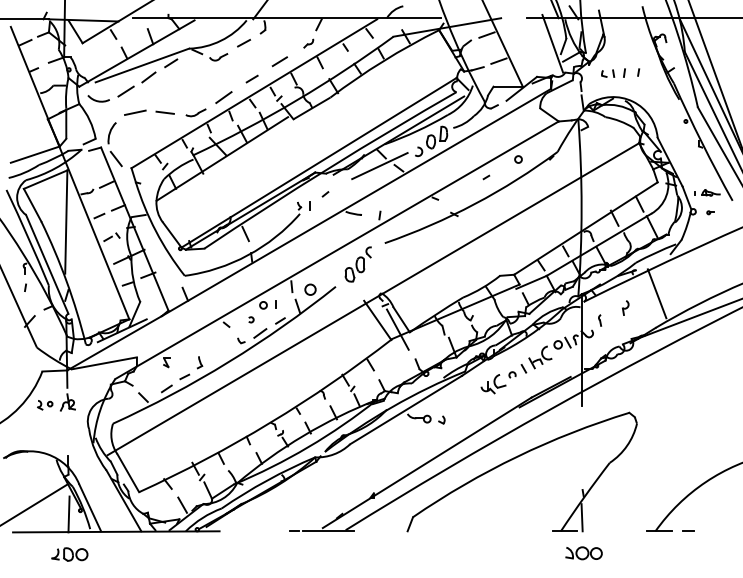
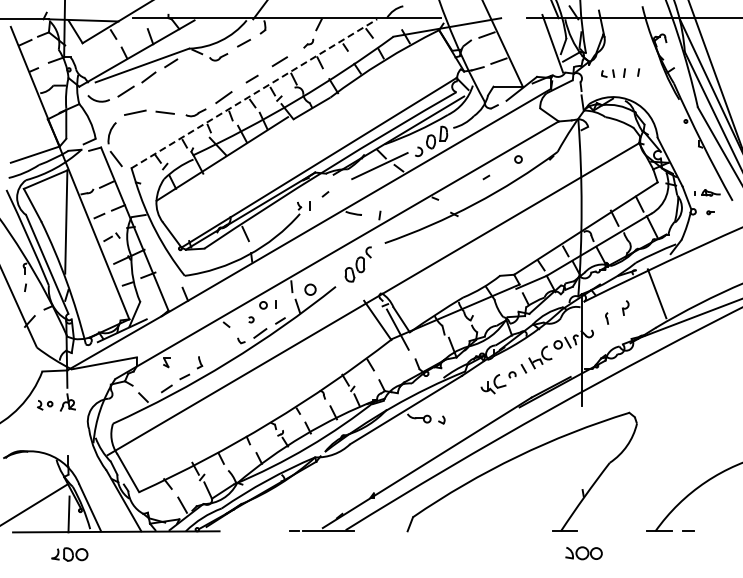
line at (254, 93): solid -> dashed
part at (600, 320) position: (600, 320) -> (607, 318)
line at (581, 517): present -> none
